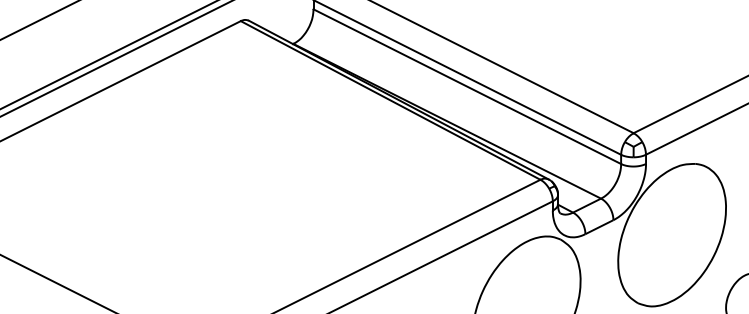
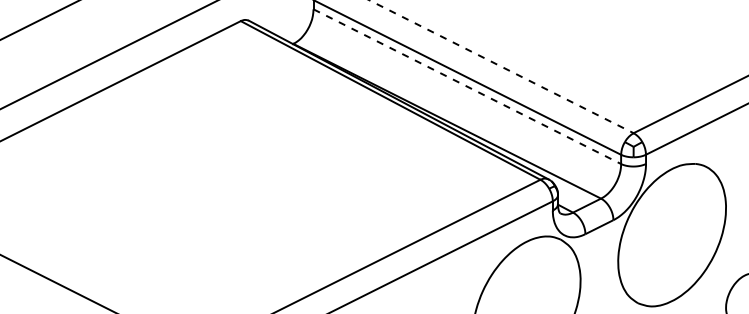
line at (115, 58): present -> none
line at (501, 66): solid -> dashed
line at (467, 86): solid -> dashed
